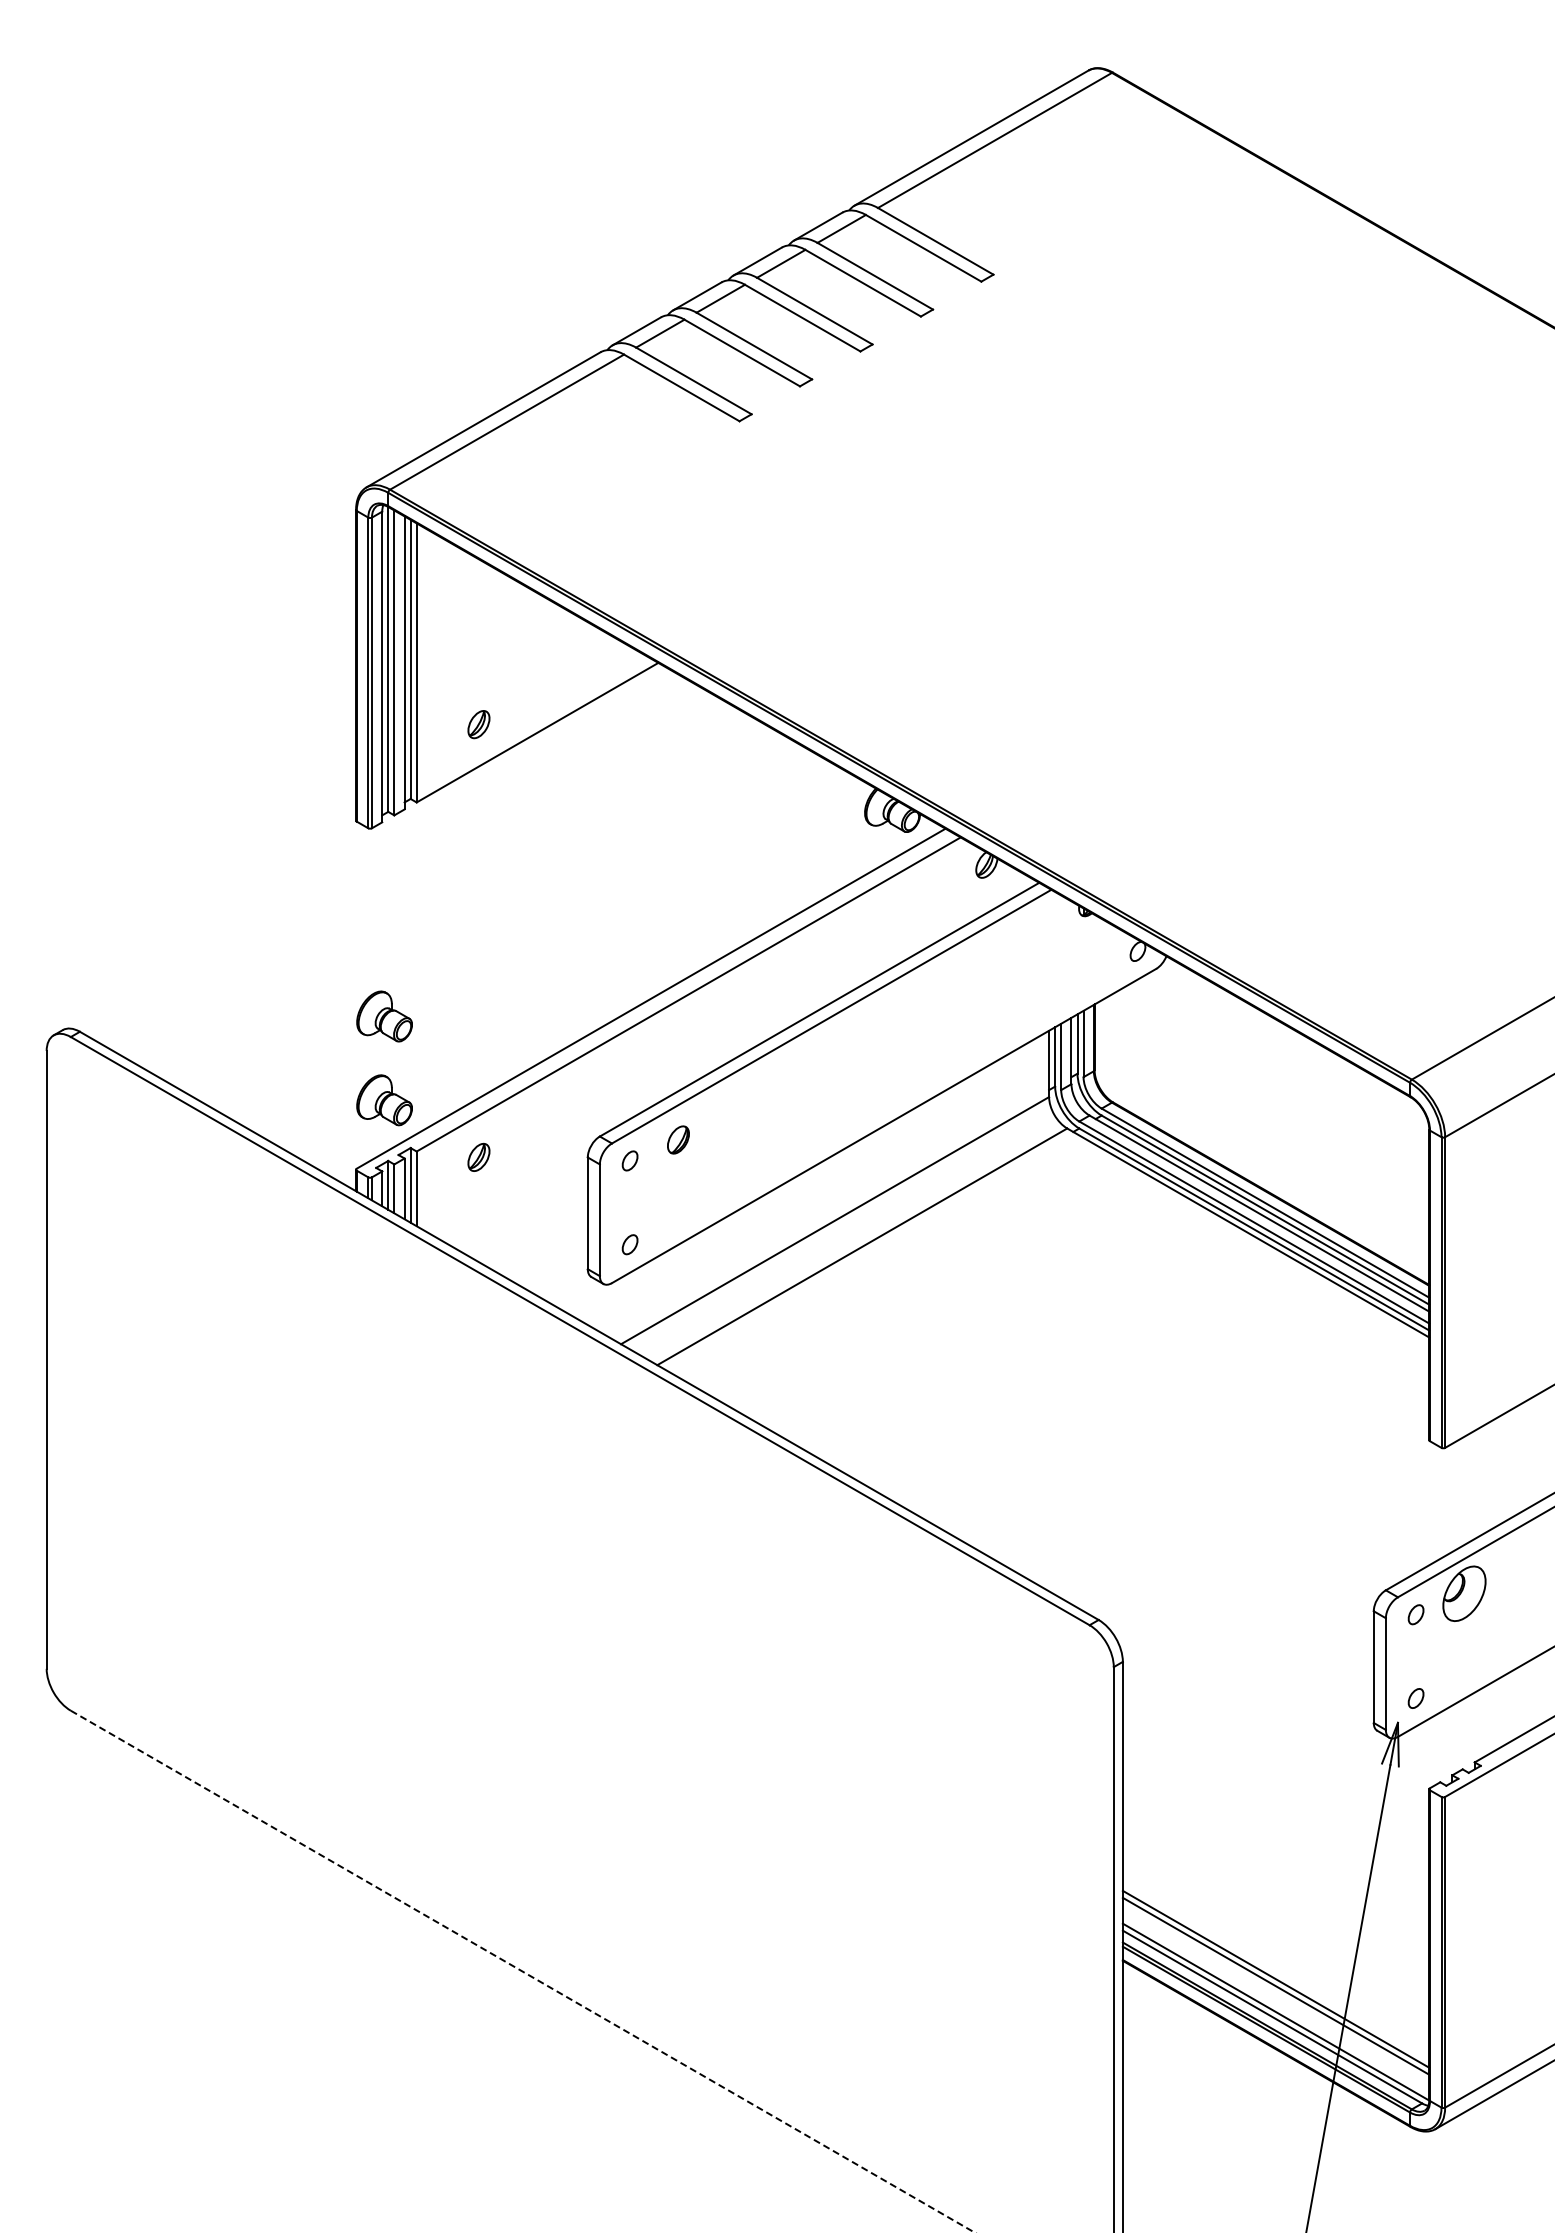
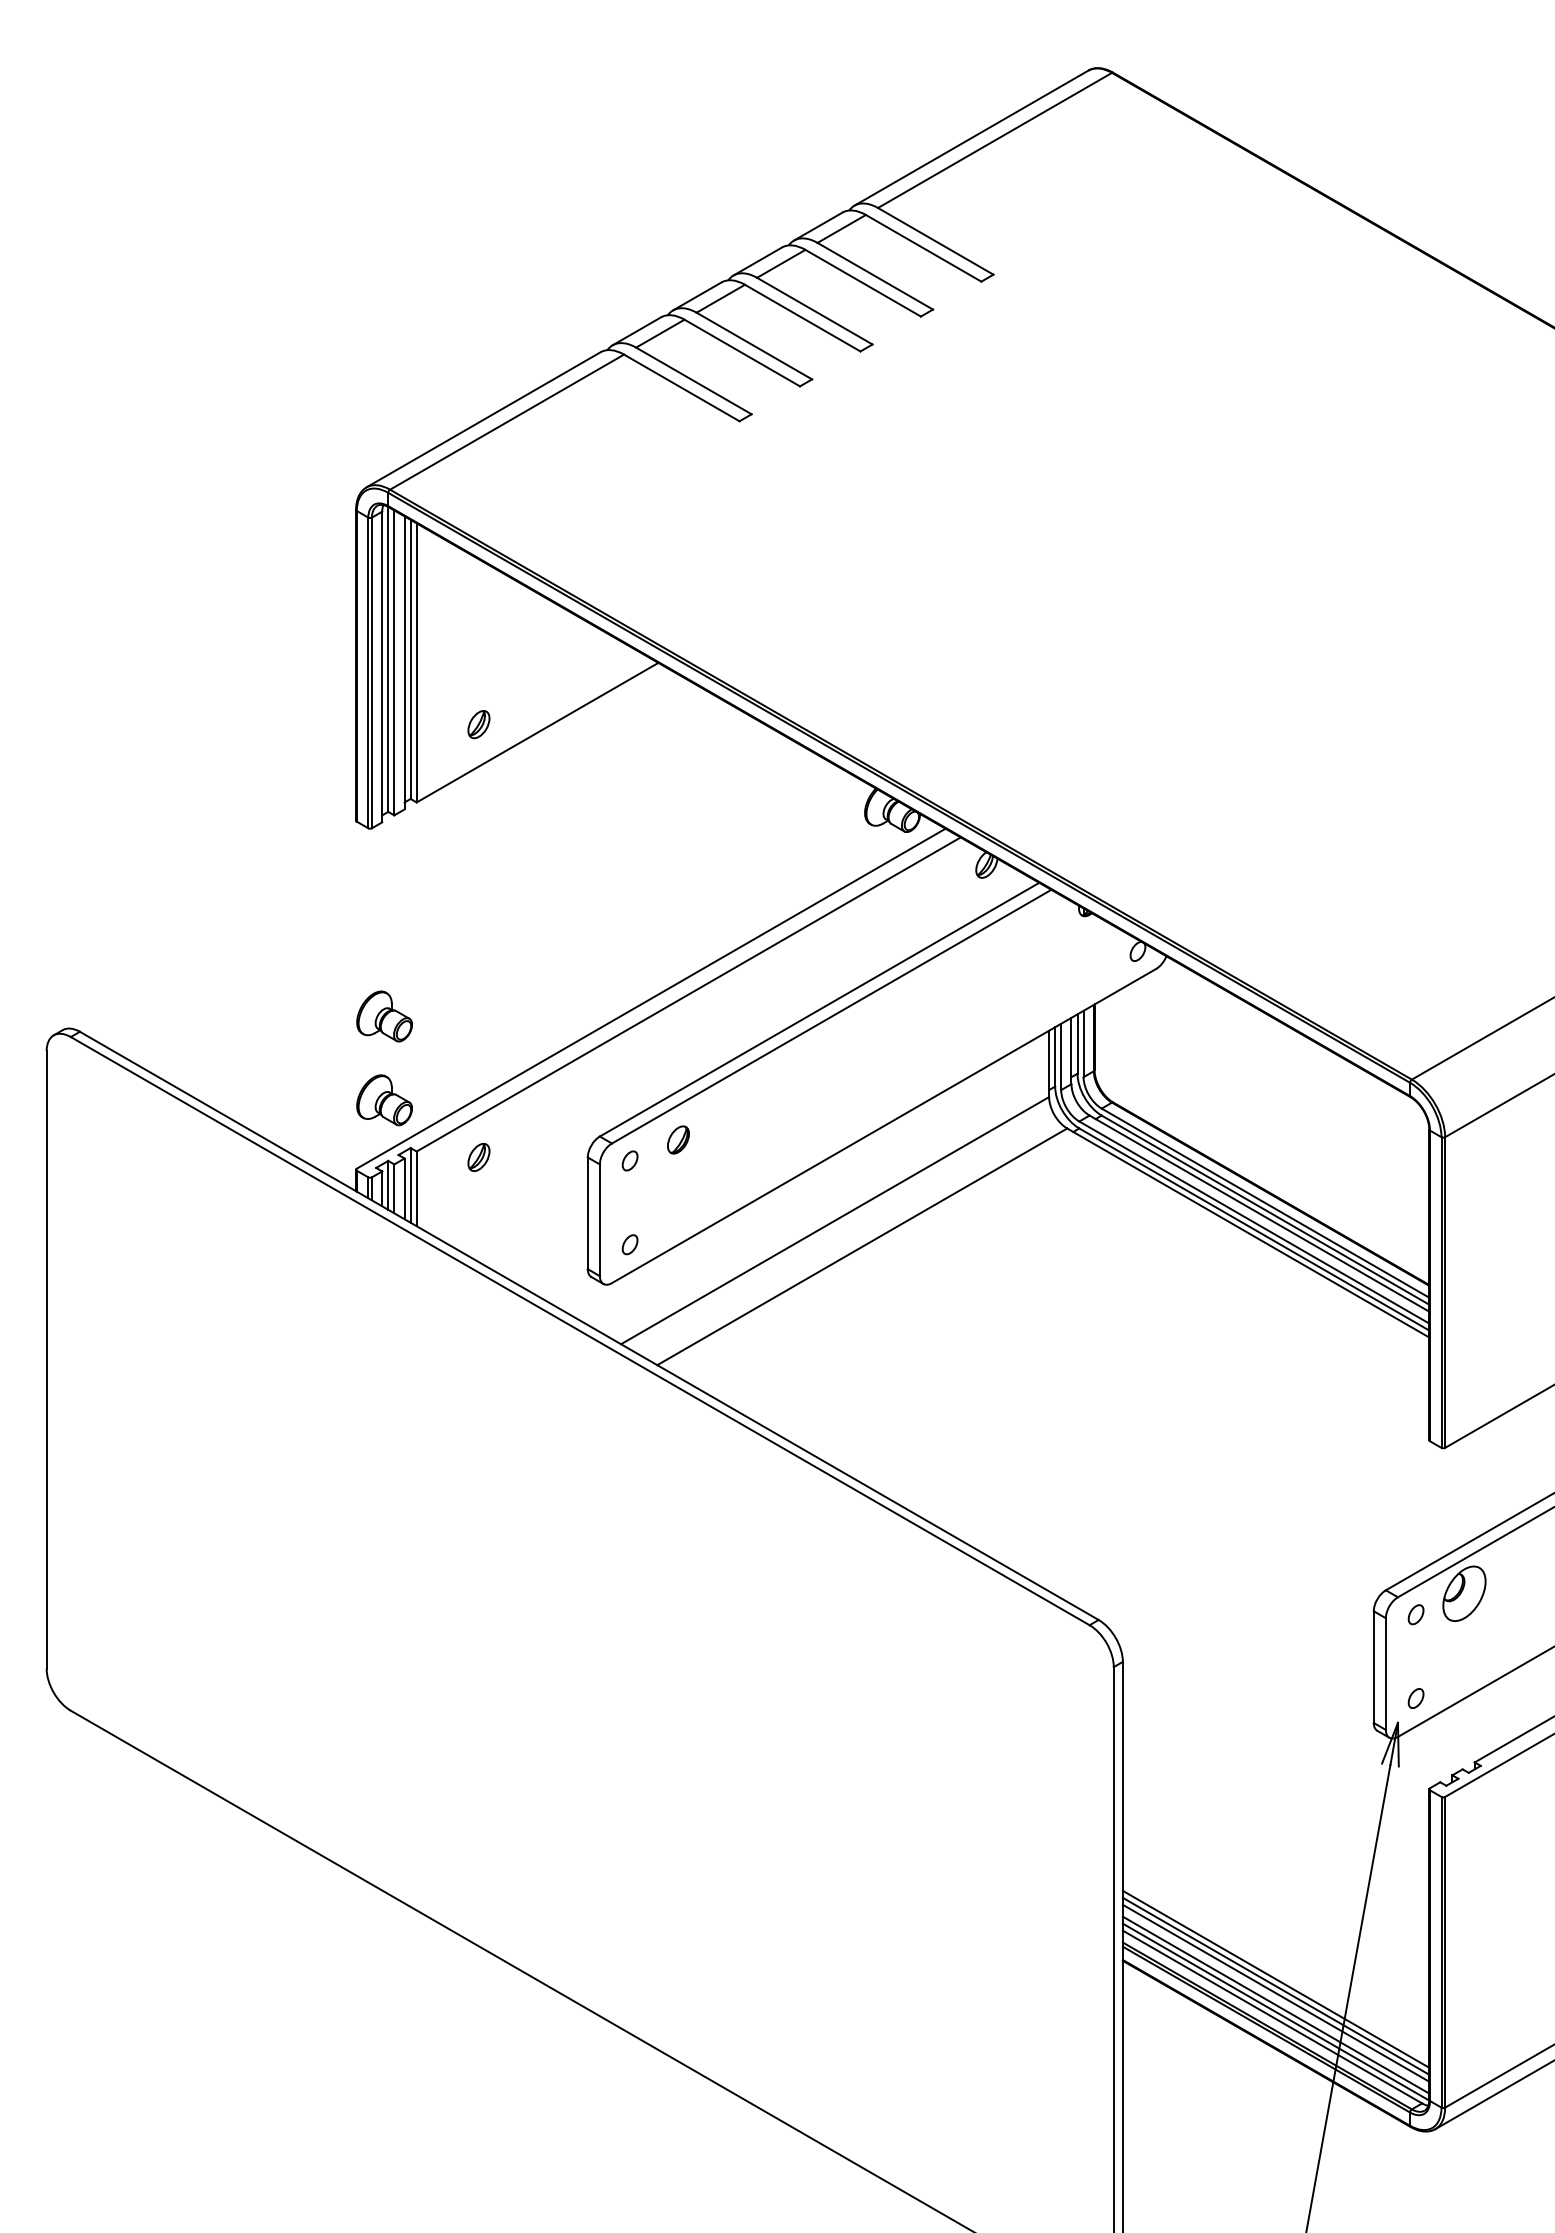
line at (523, 1972): dashed -> solid
line at (1275, 1992): none -> present
line at (1275, 2004): none -> present
